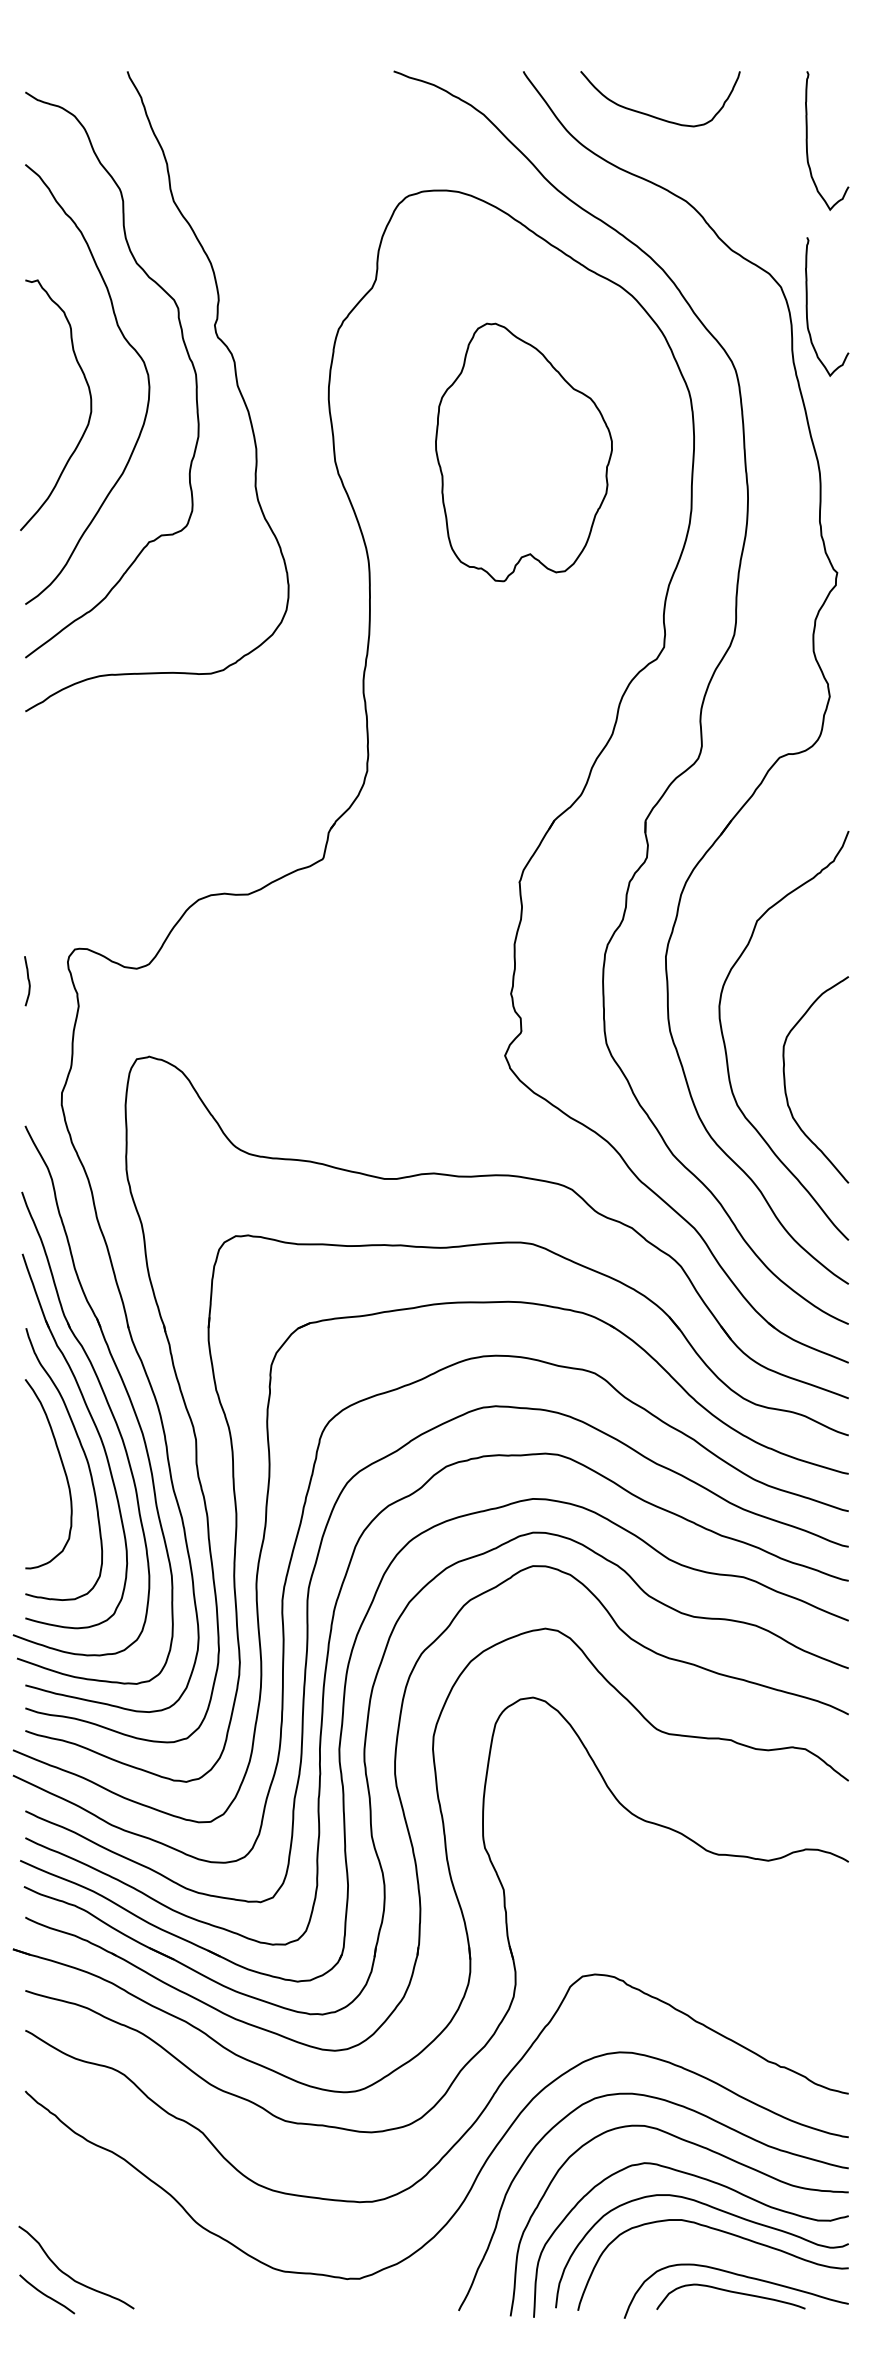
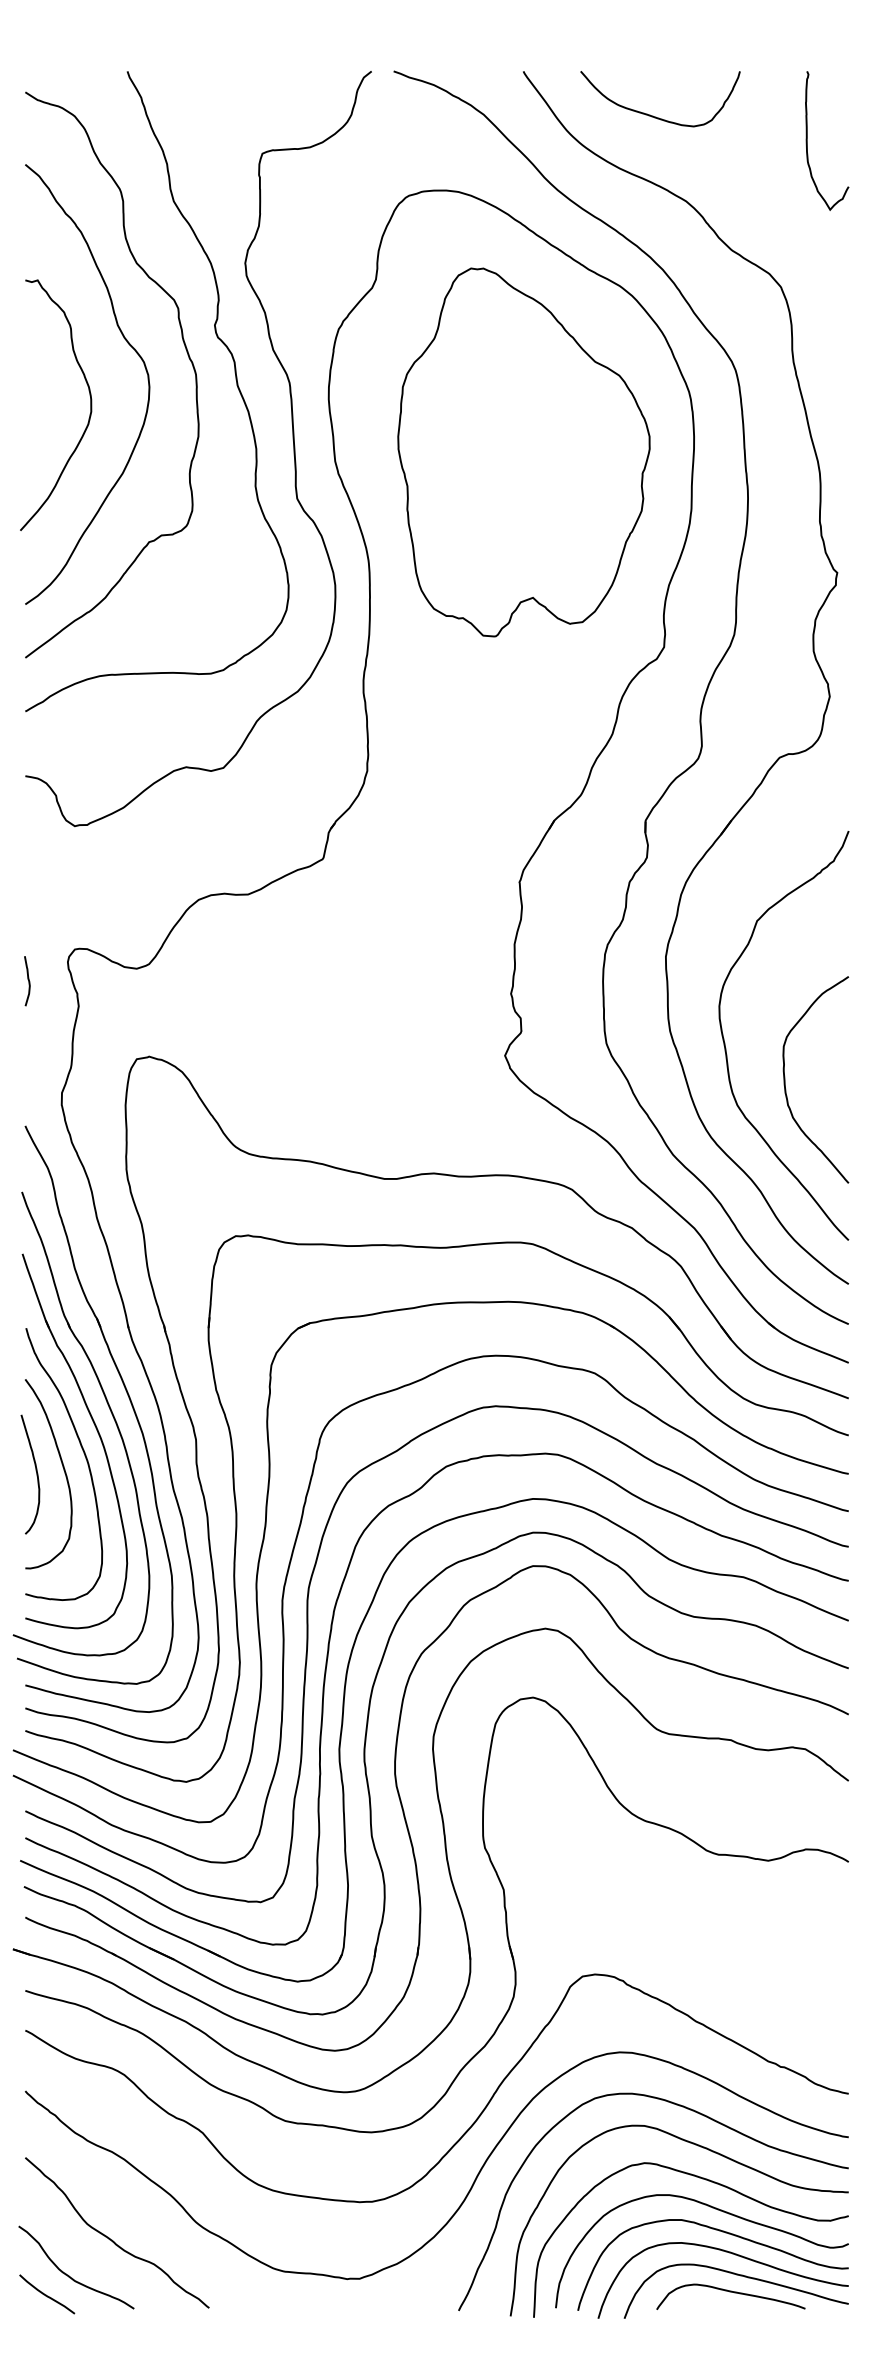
curve at (807, 306): present -> none
curve at (292, 439): none -> present
part at (523, 452) size: 178x261 px -> 254x371 px
curve at (36, 1474): none -> present
curve at (112, 2239): none -> present
curve at (732, 2254): none -> present
